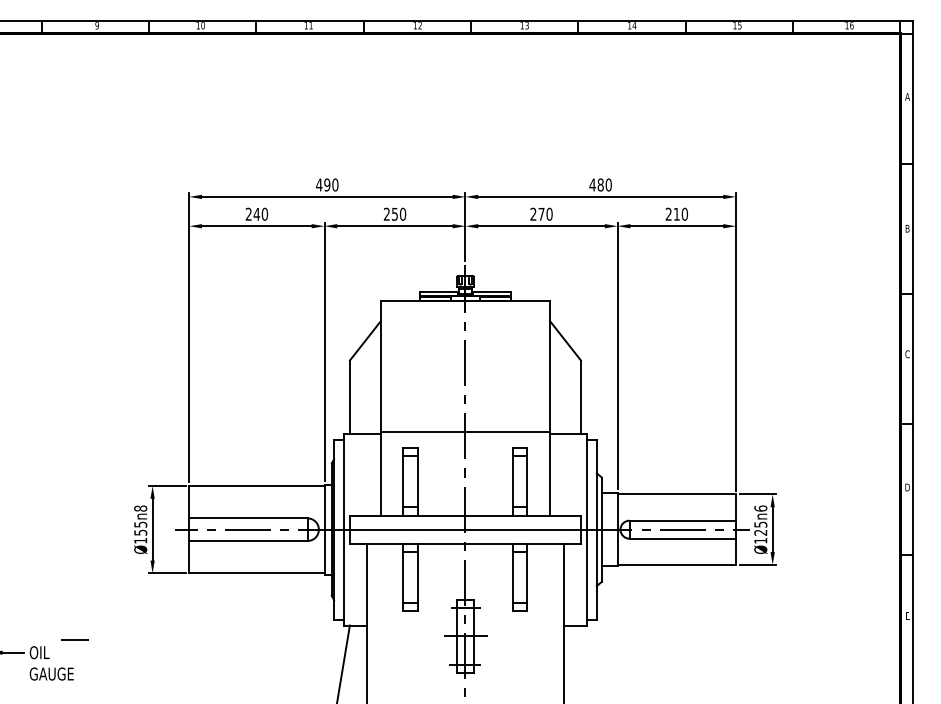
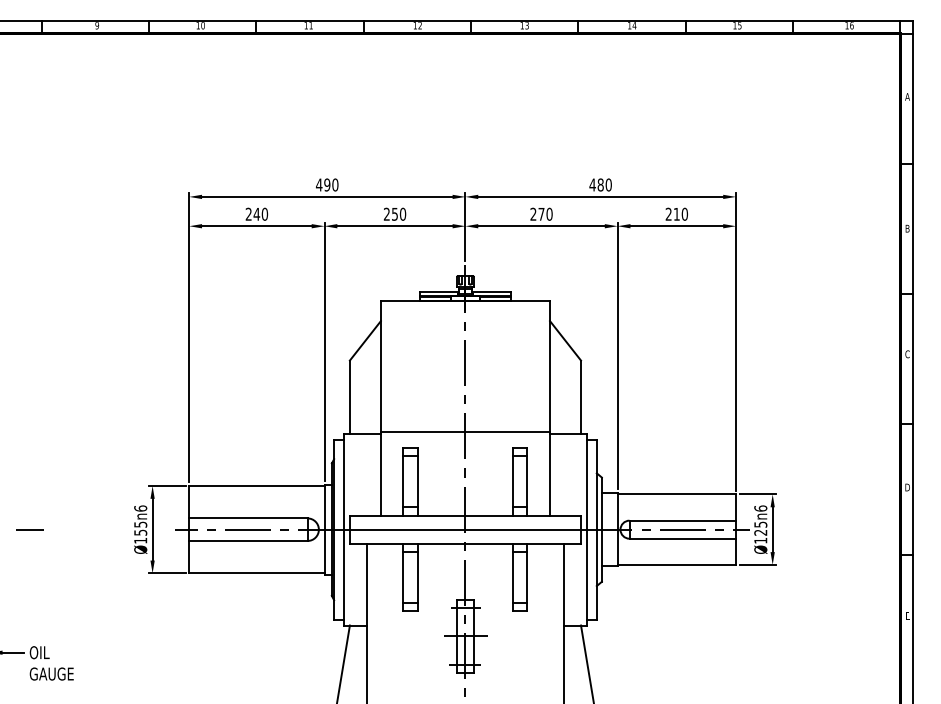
text at (140, 508): Ø155n8 -> Ø155n6
line at (74, 639) position: (74, 639) -> (29, 529)
line at (587, 662): none -> present
